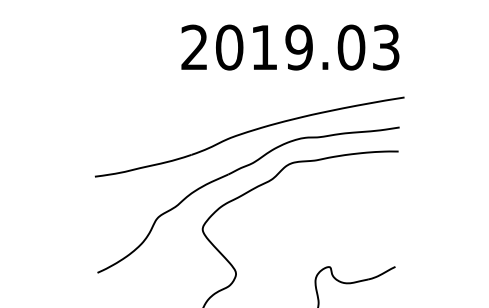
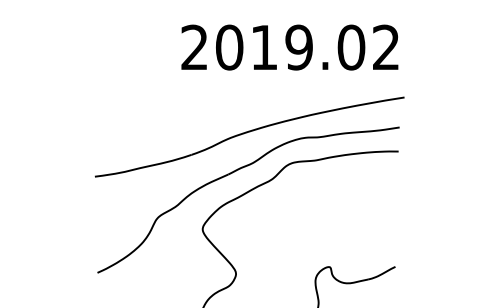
text at (386, 47): 2019.03 -> 2019.02
